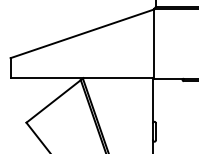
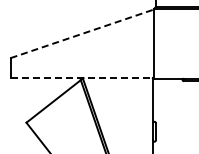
line at (82, 33): solid -> dashed
line at (82, 78): solid -> dashed
